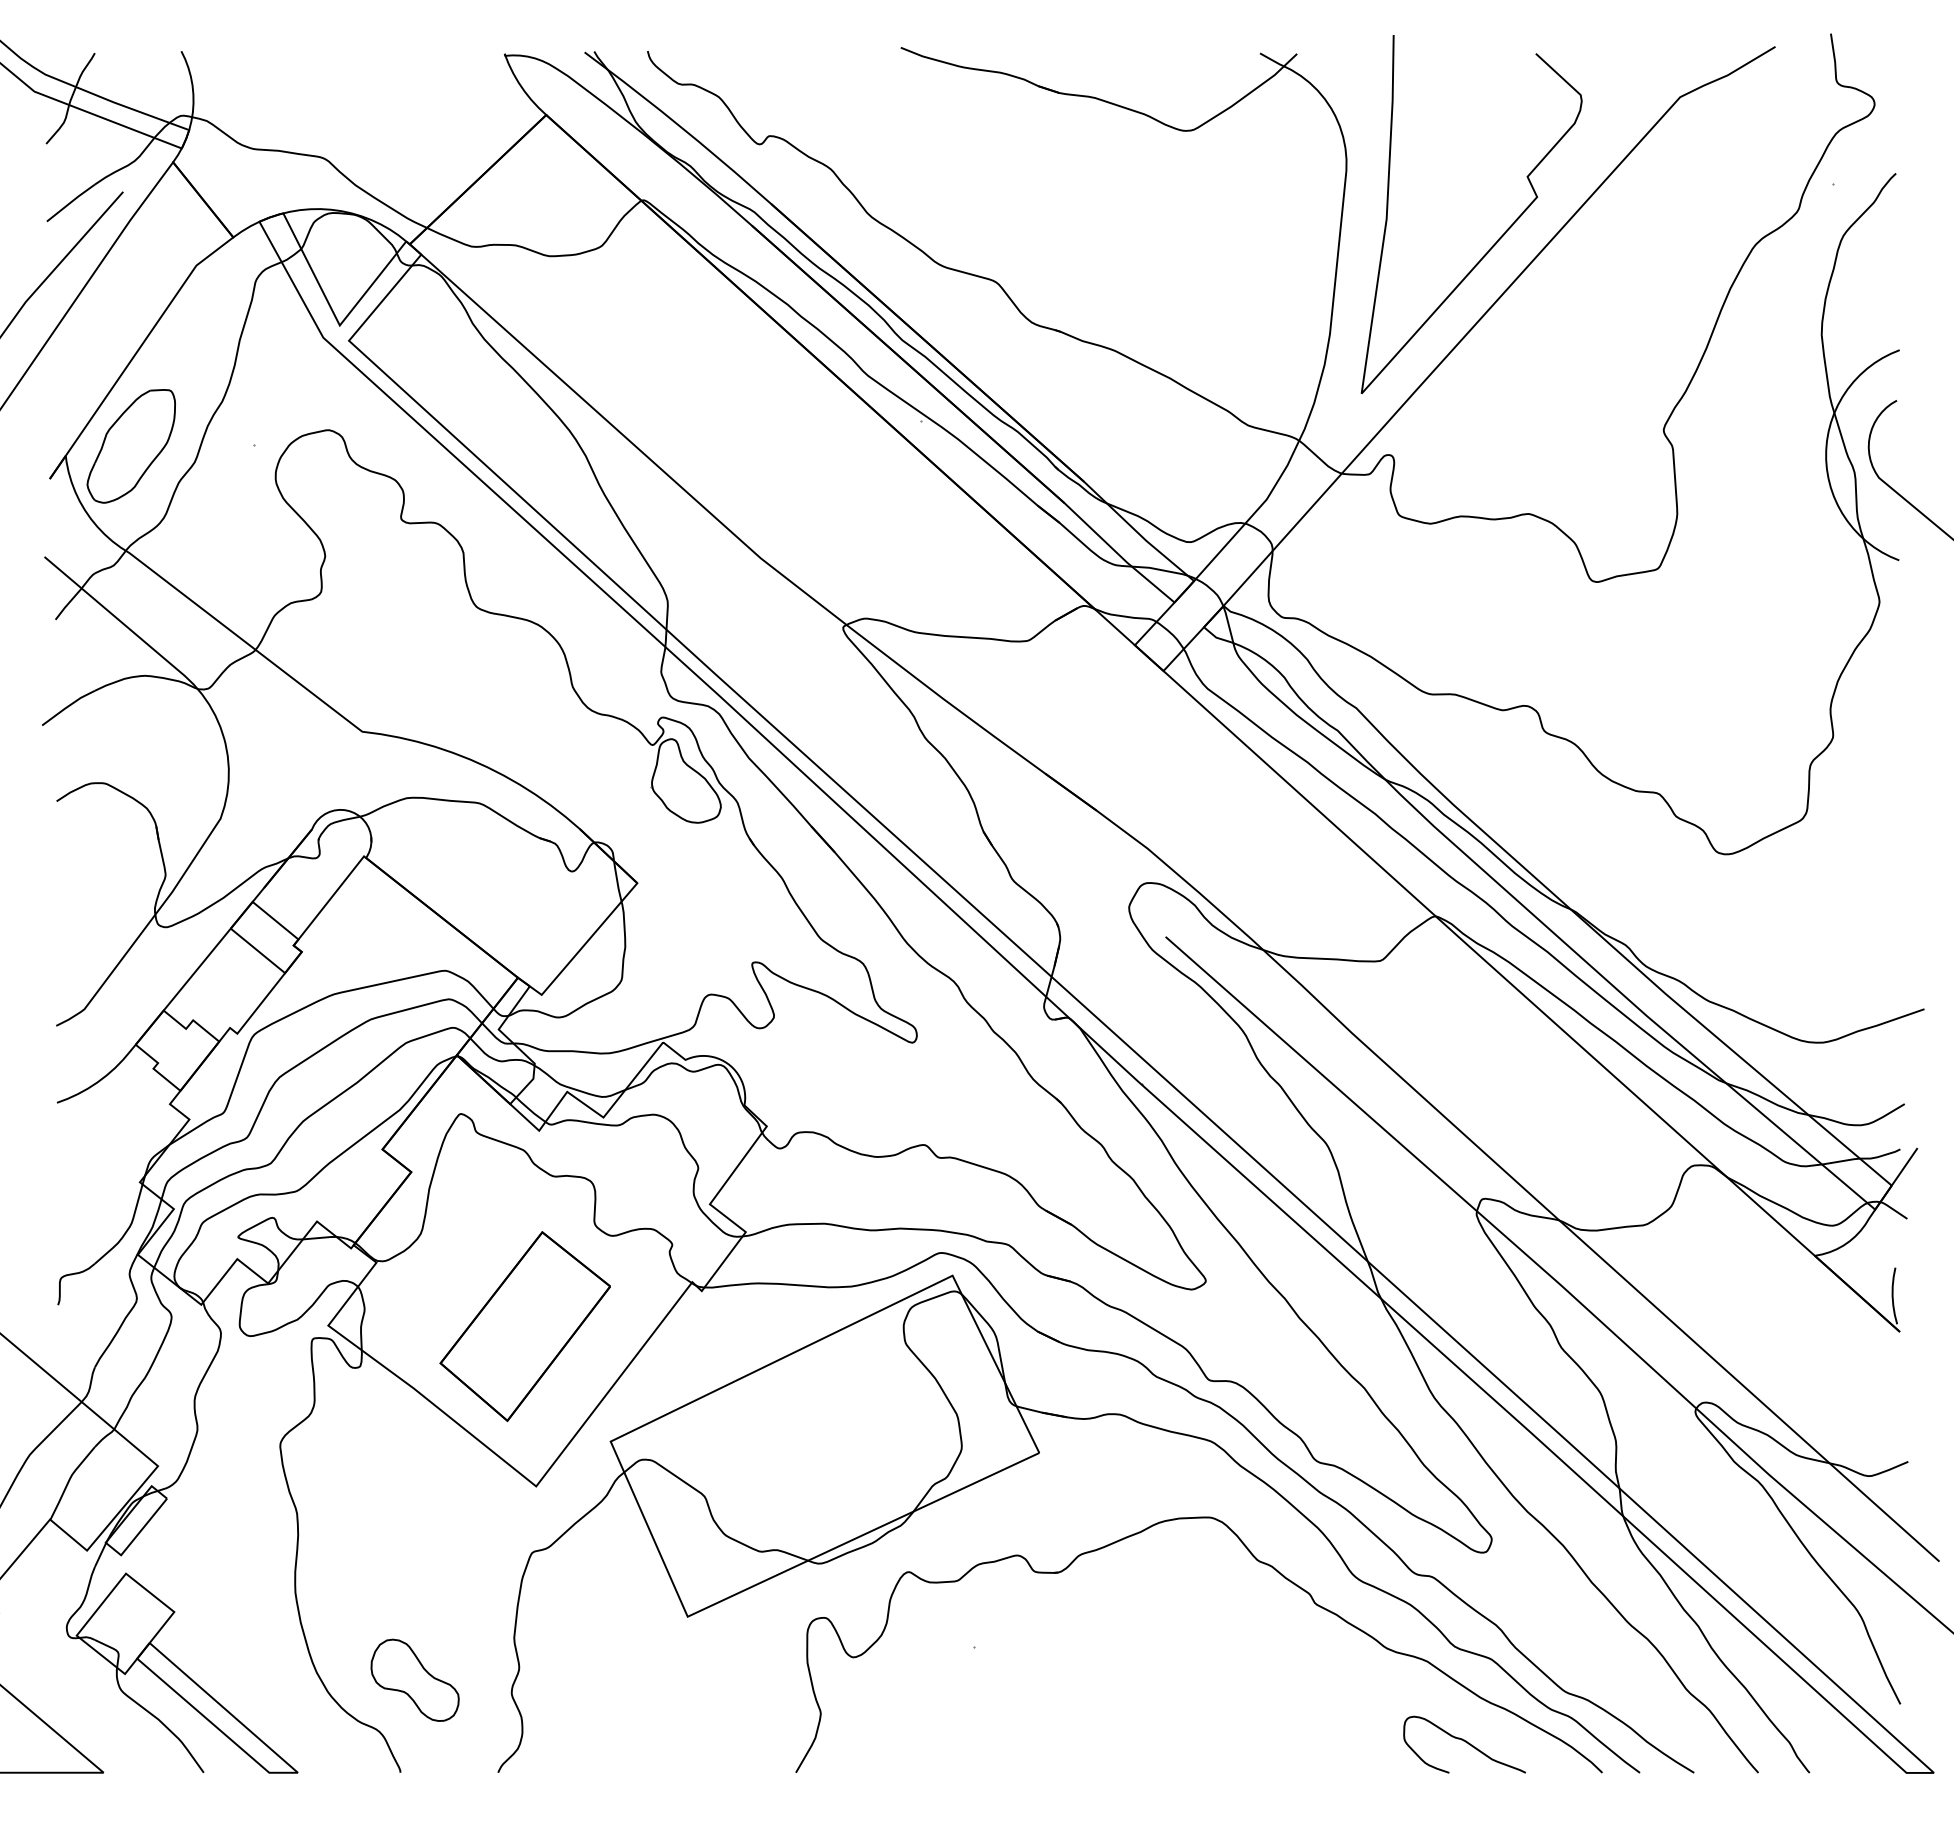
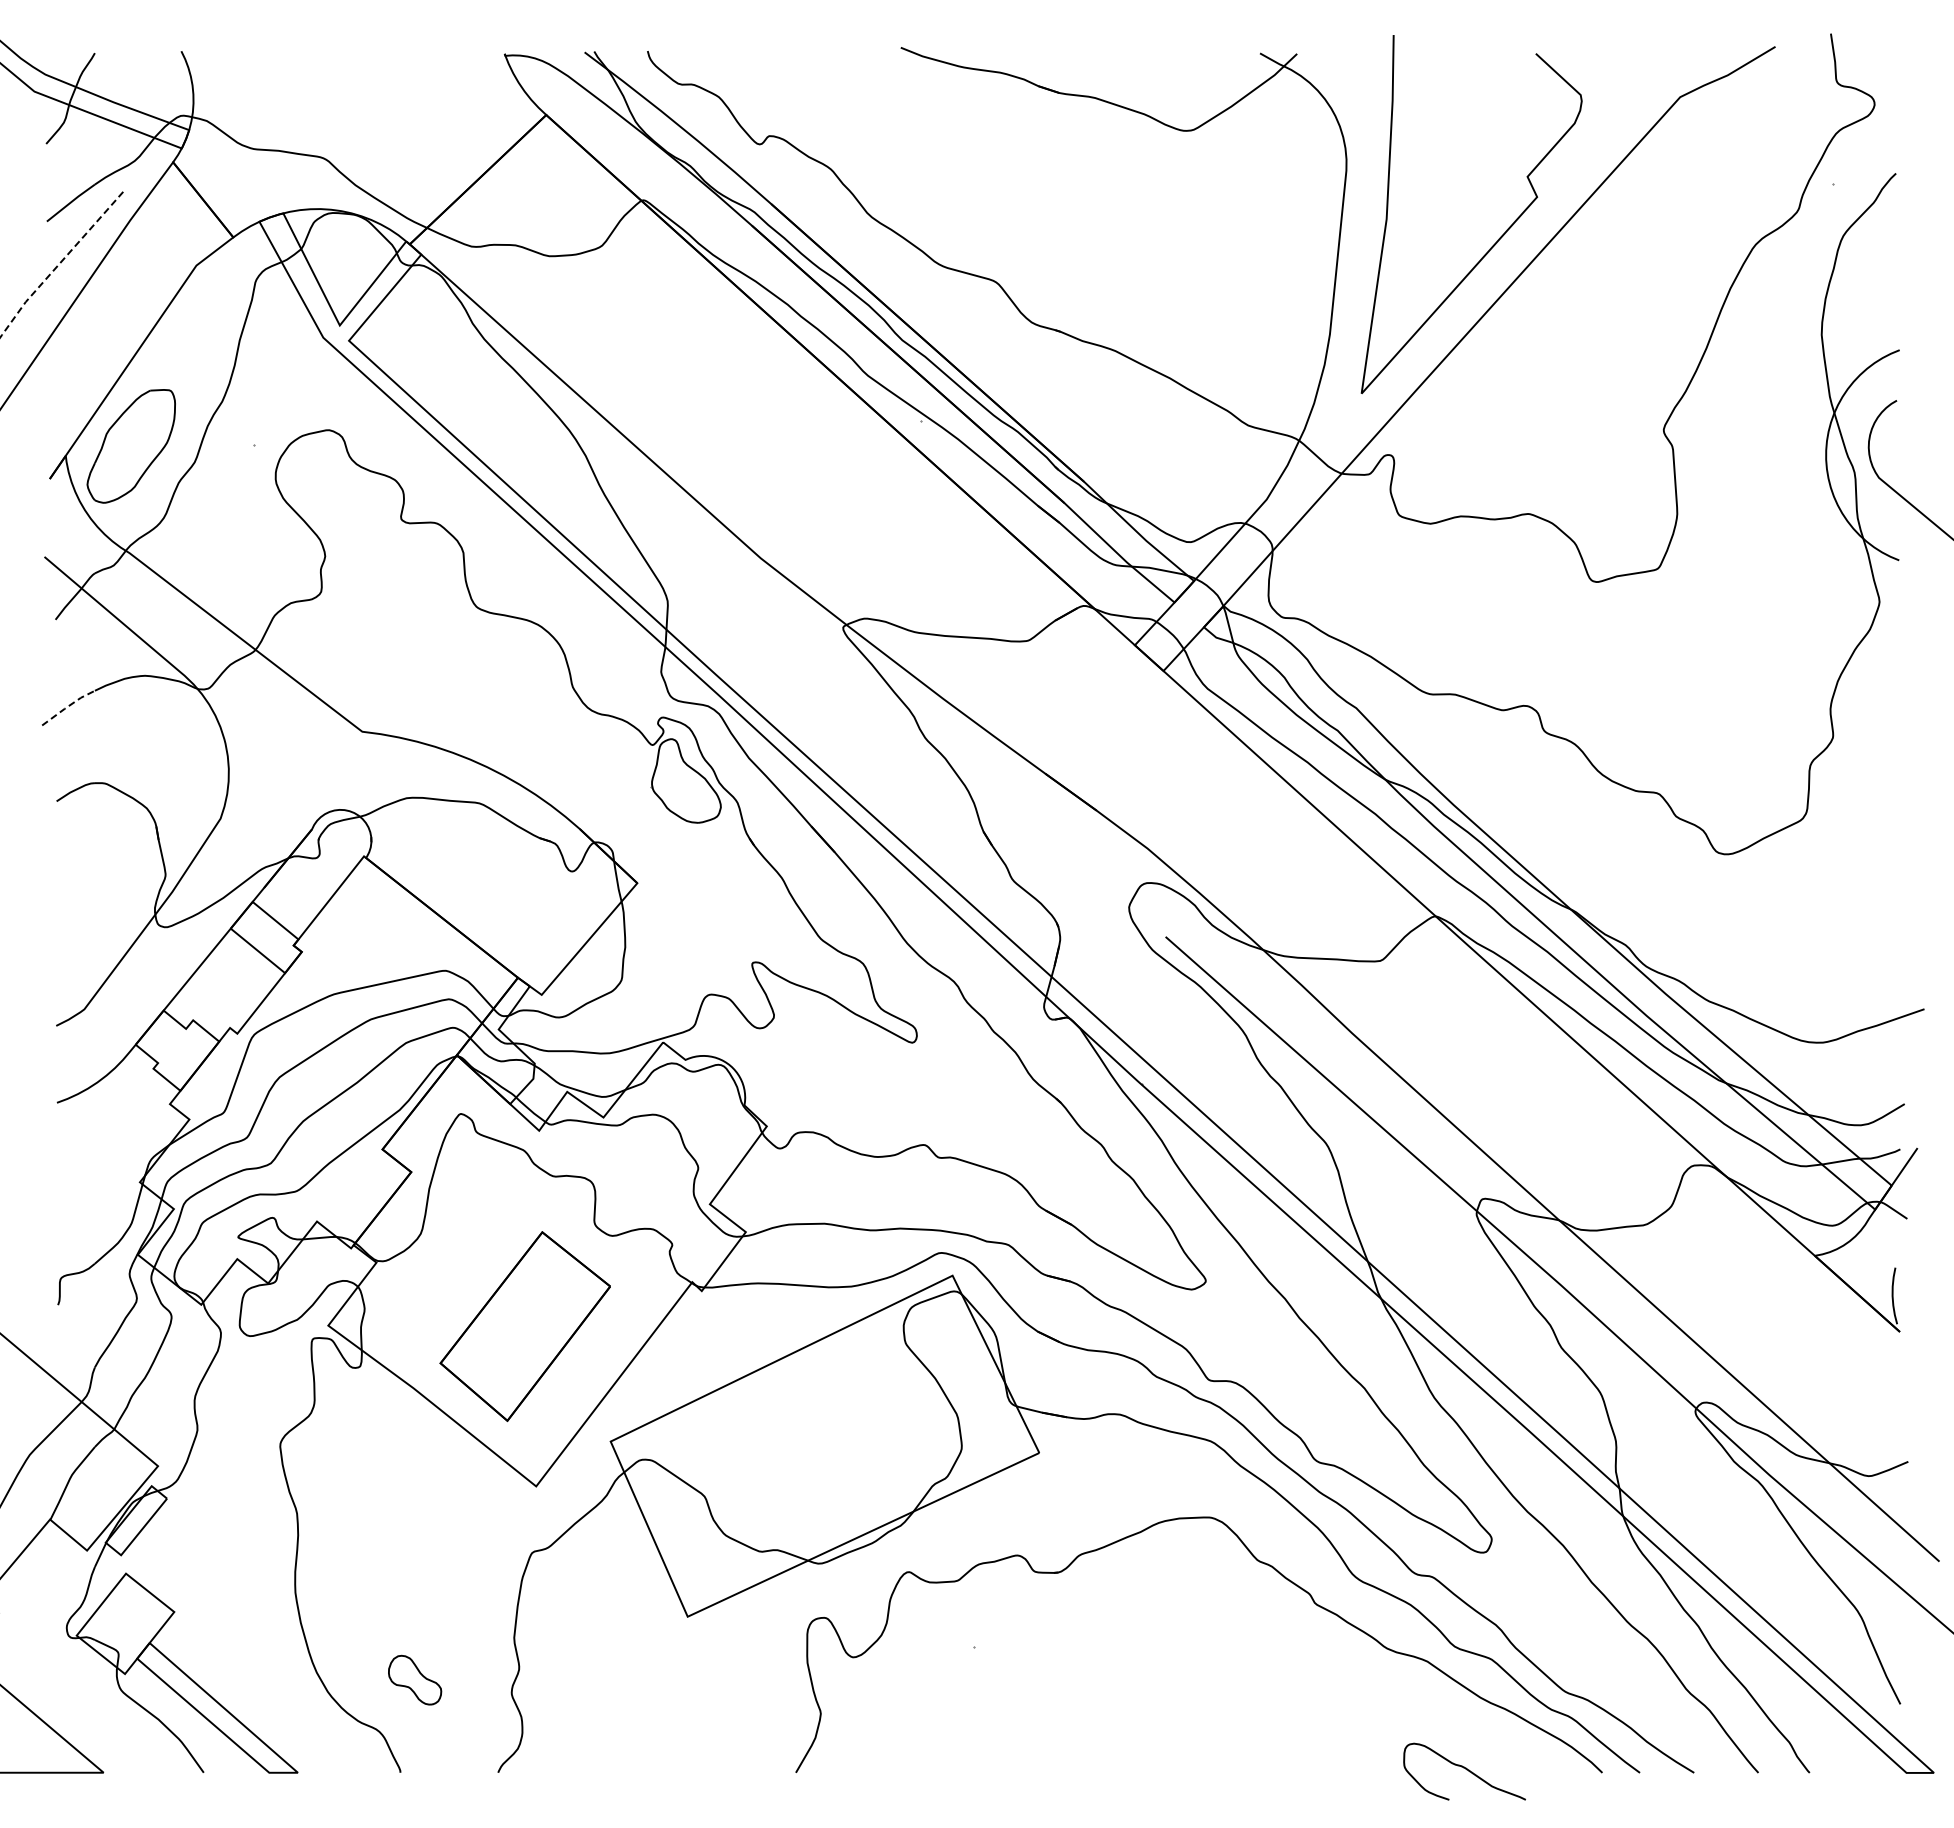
line at (59, 264): solid -> dashed
line at (67, 706): solid -> dashed
part at (414, 1679) size: 90x84 px -> 55x52 px
curve at (1465, 1742) position: (1465, 1742) -> (1465, 1769)
